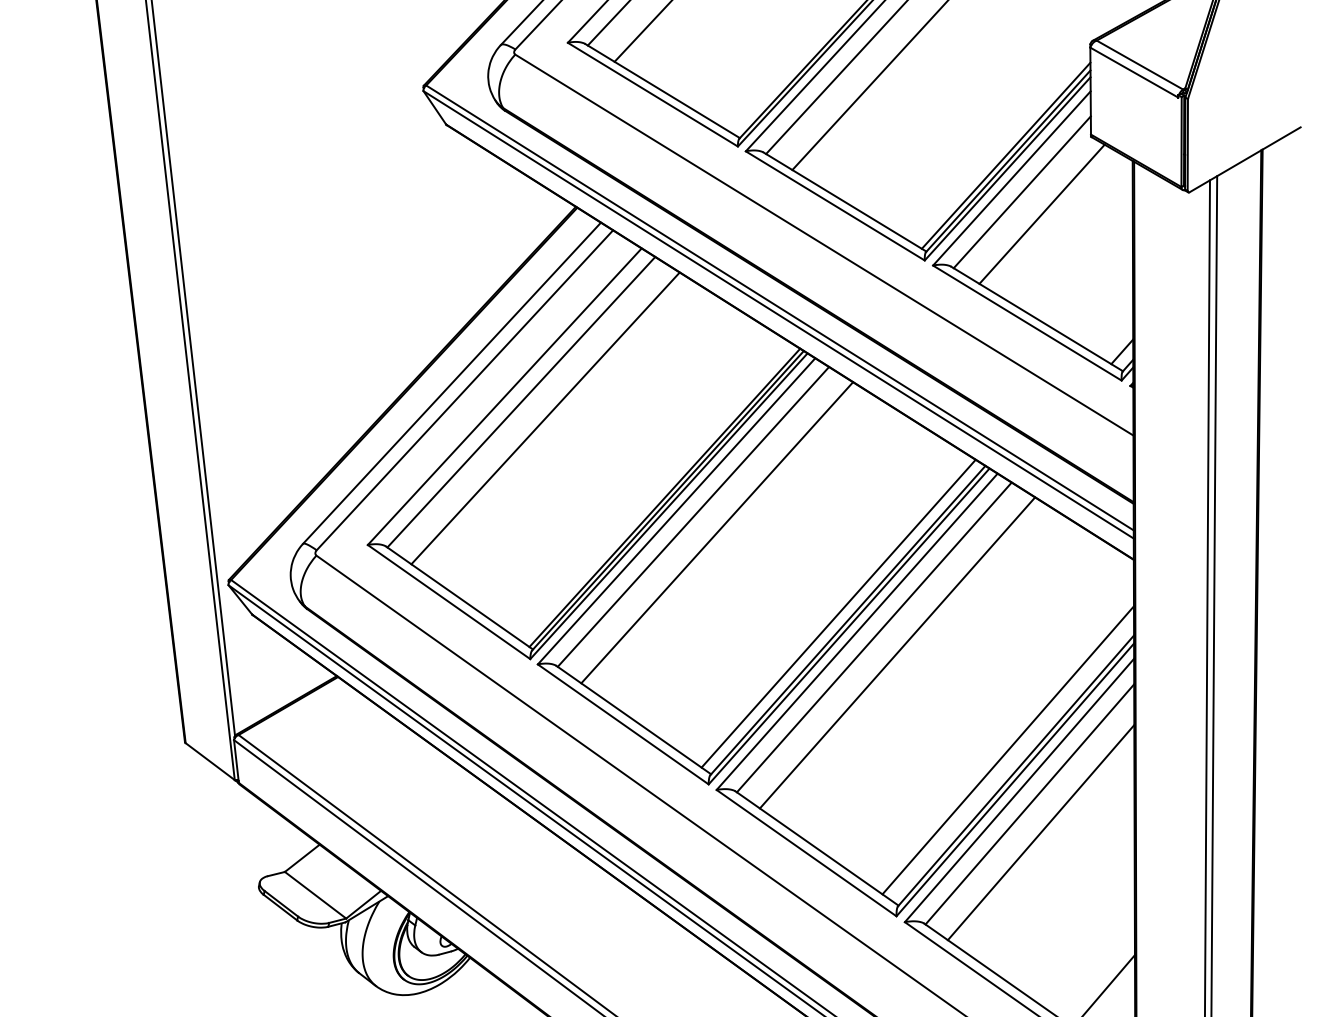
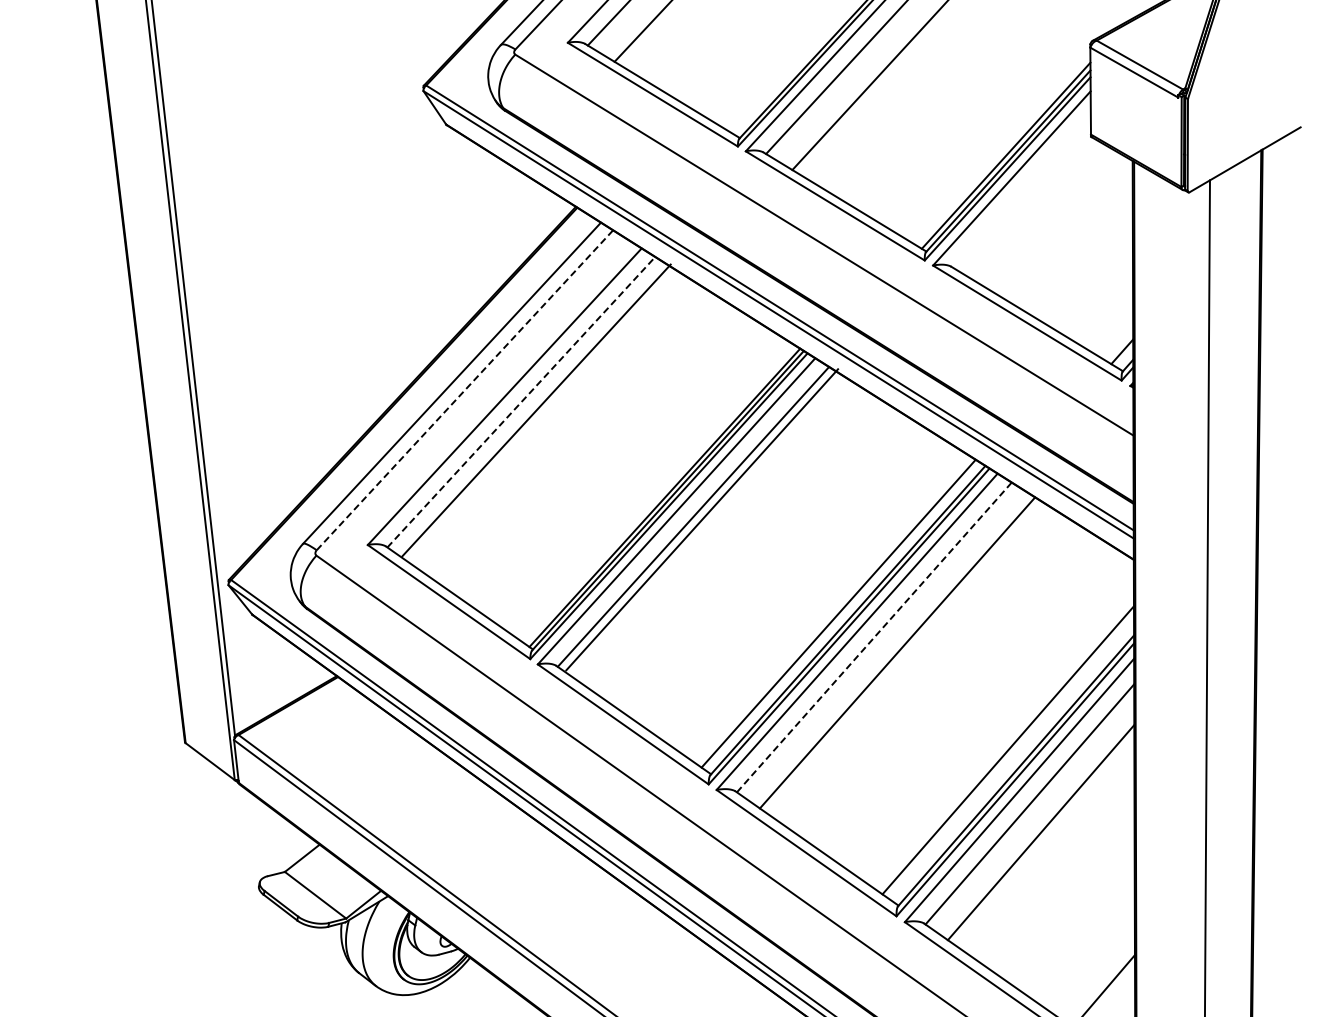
line at (1021, 192): present -> none
line at (1041, 213): present -> none
line at (465, 389): solid -> dashed
line at (521, 402): solid -> dashed
line at (545, 418) position: (545, 418) -> (536, 410)
line at (717, 532) position: (717, 532) -> (702, 519)
line at (1214, 594): present -> none
line at (874, 637): solid -> dashed
